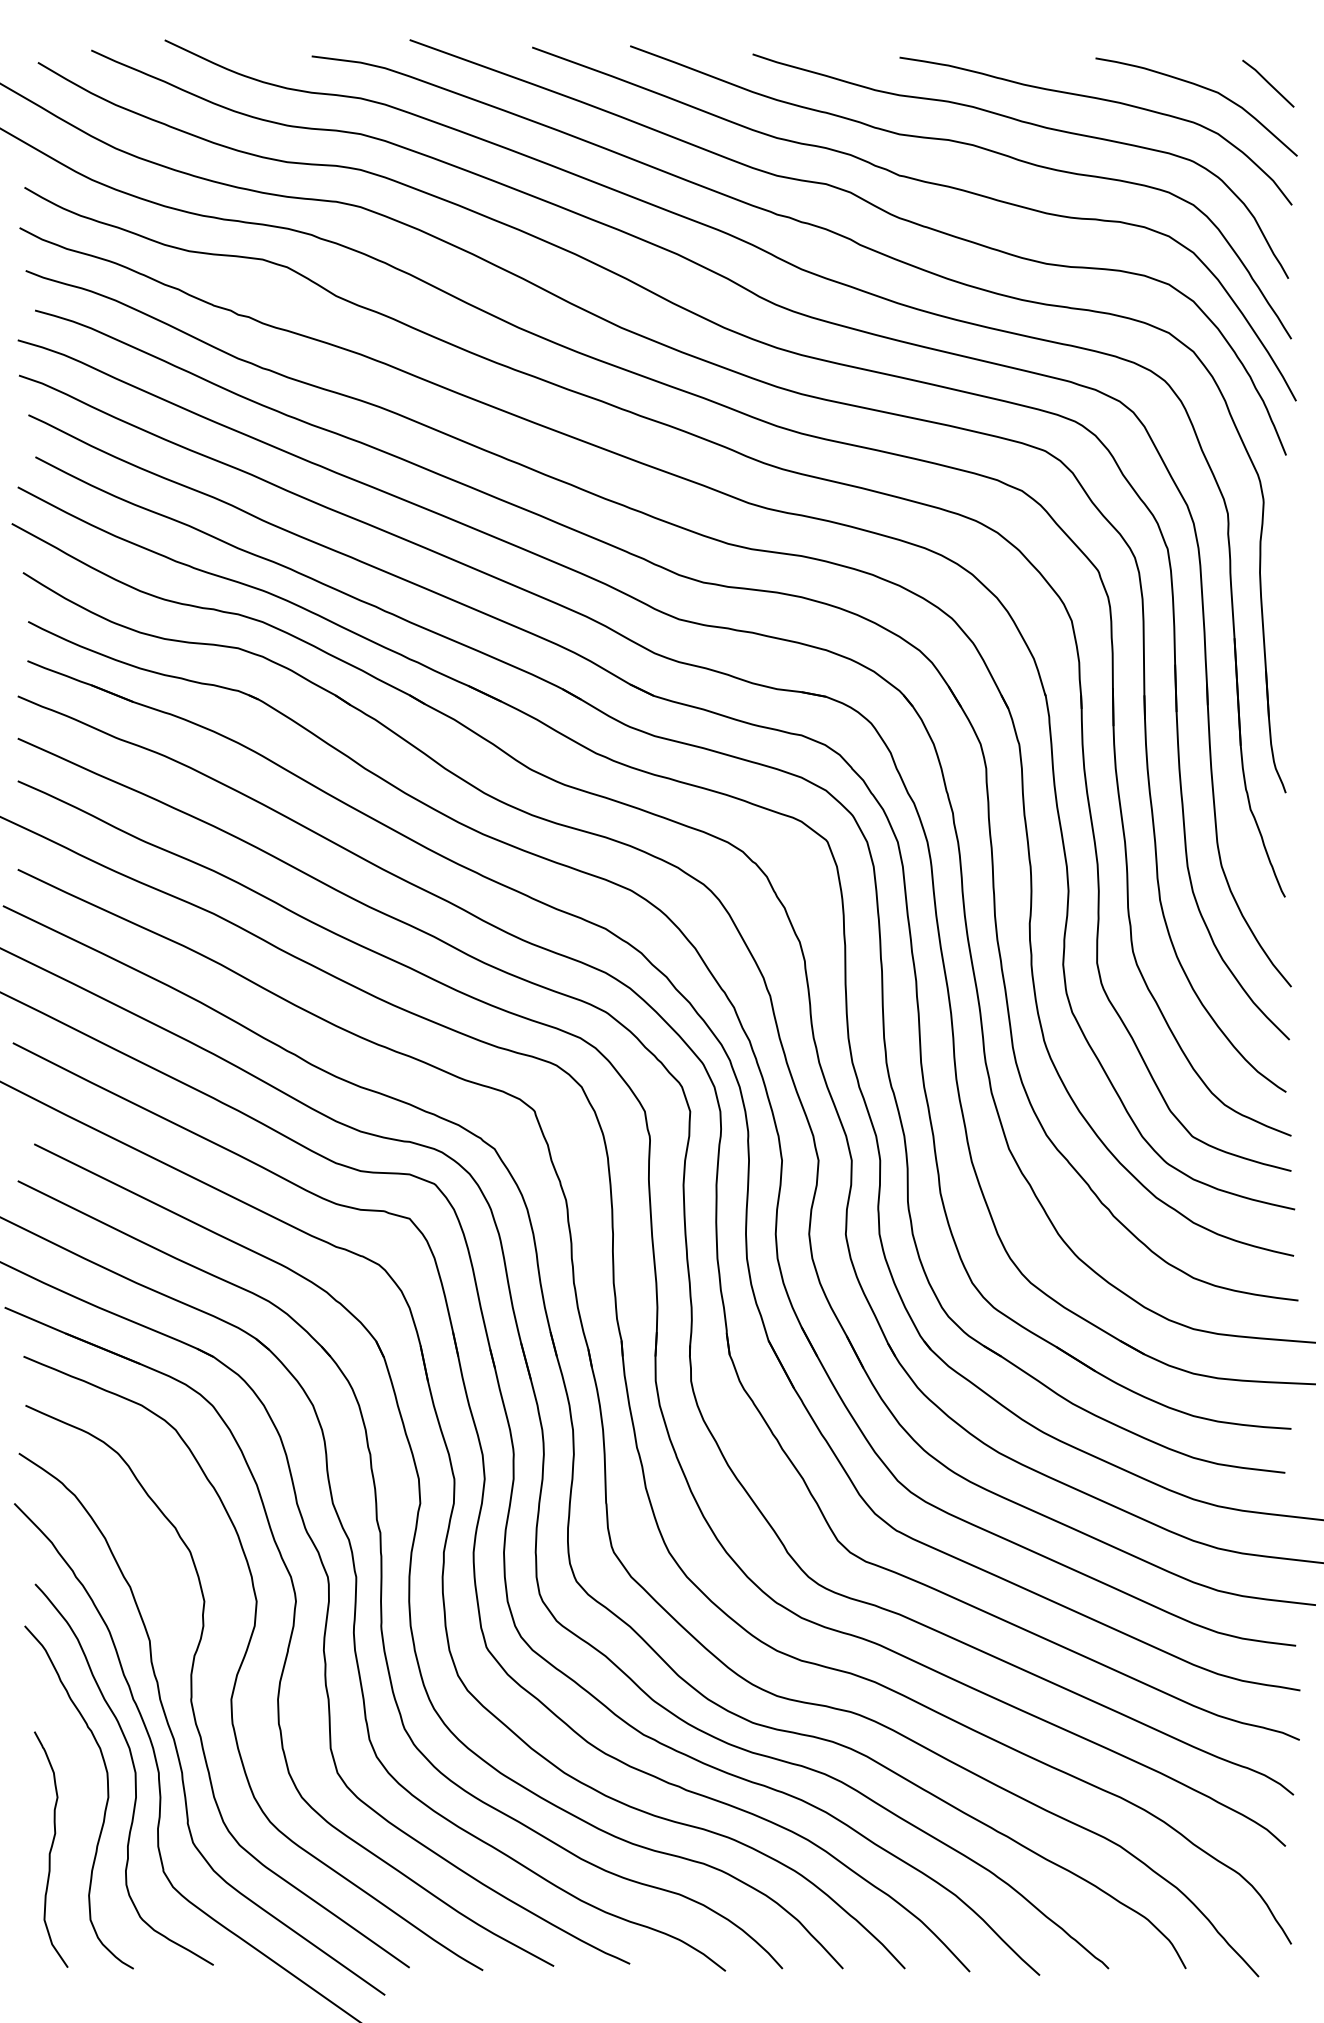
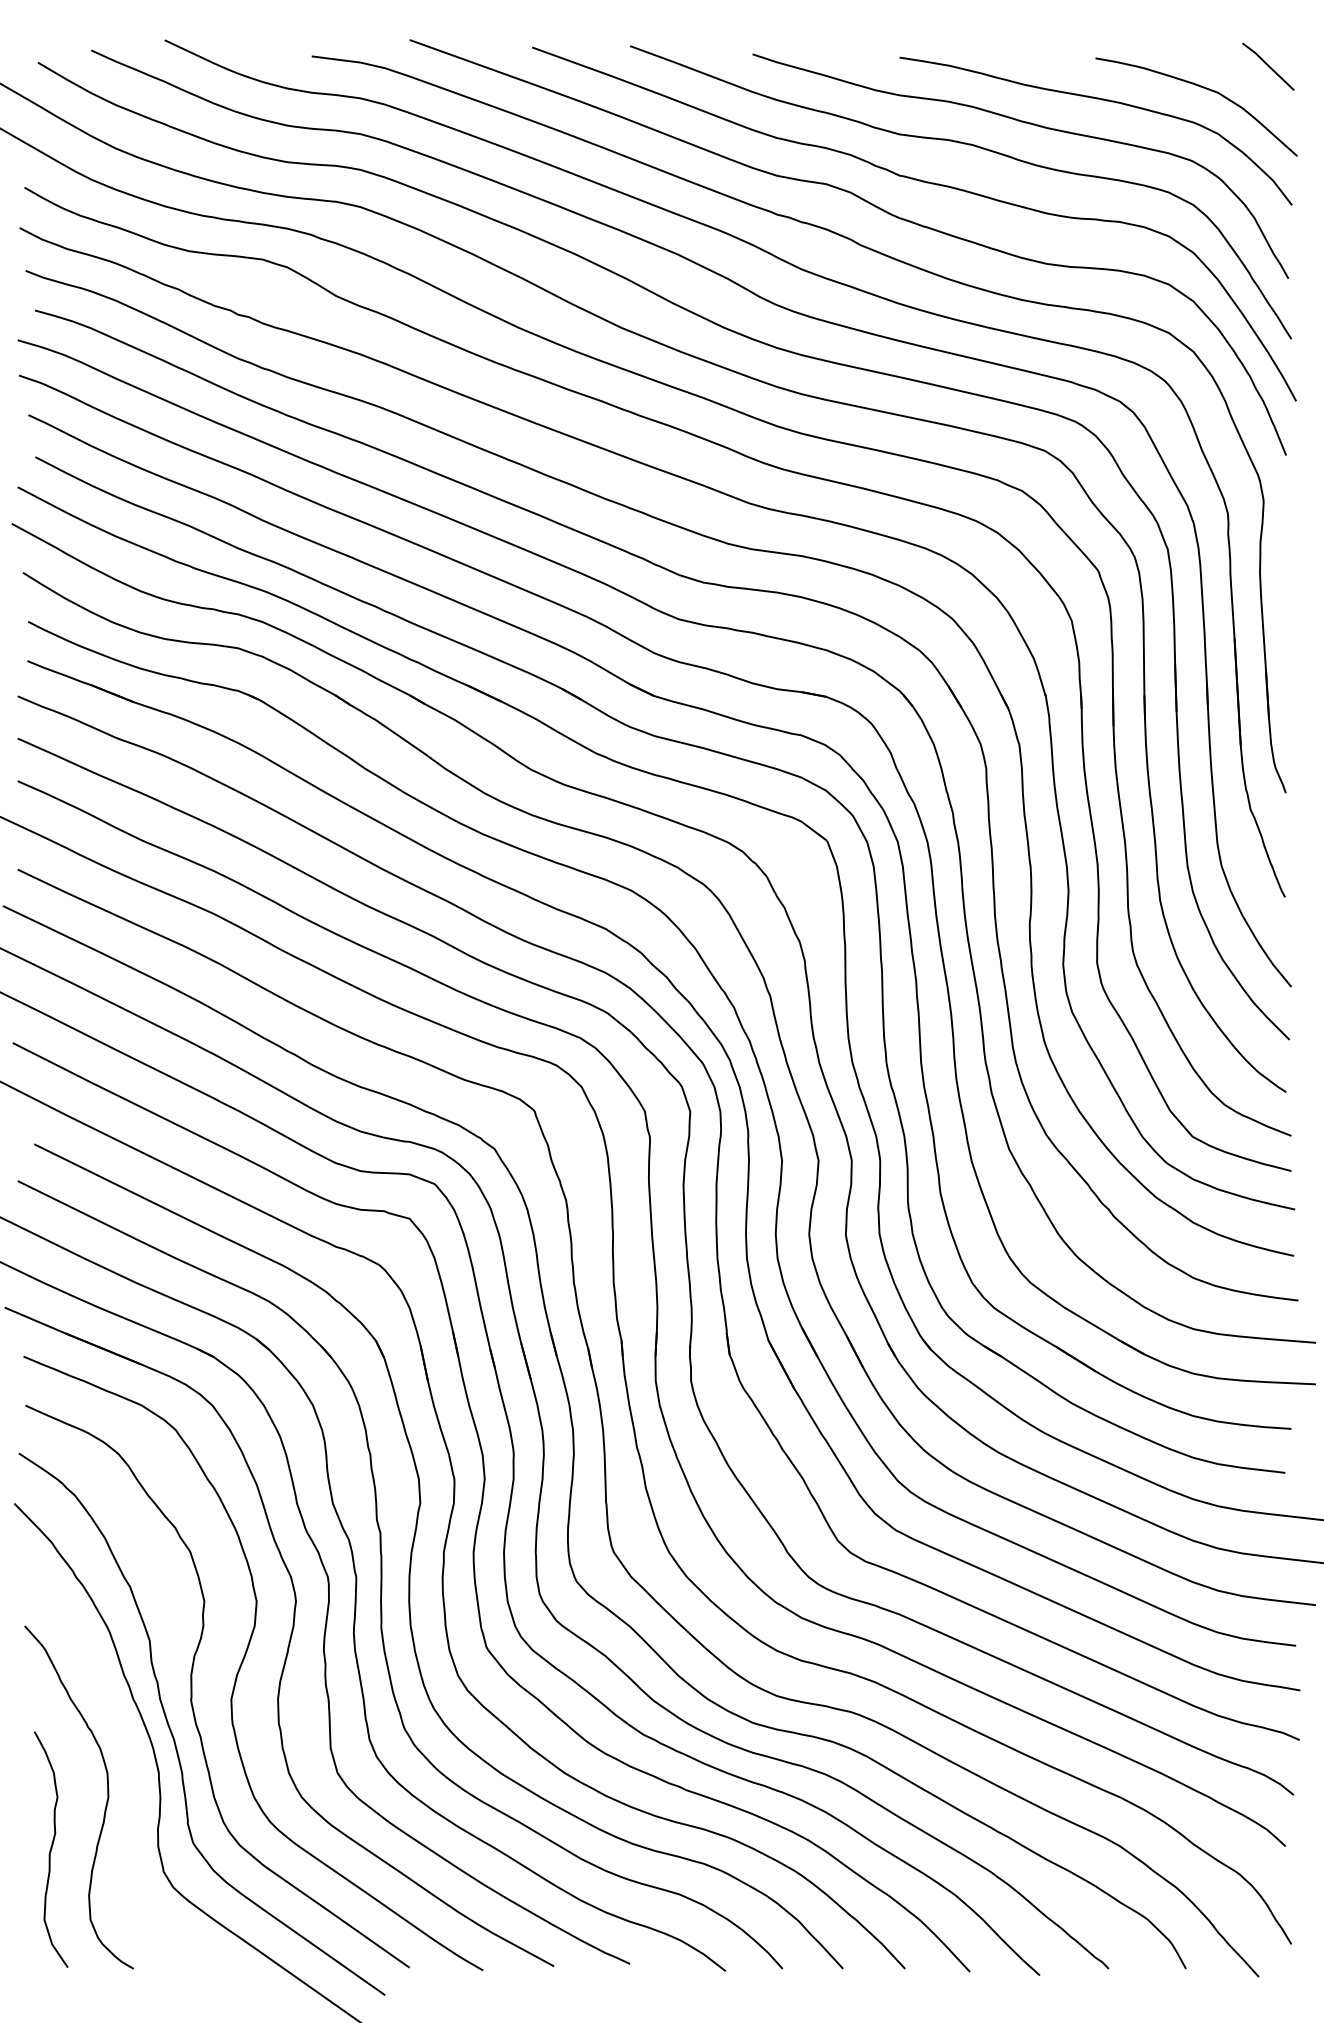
line at (1268, 83) position: (1268, 83) -> (1268, 66)
curve at (134, 1774): present -> none
